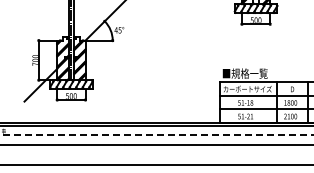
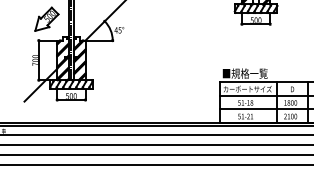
part at (46, 18): none -> present
line at (157, 135): dashed -> solid
line at (156, 155): none -> present
